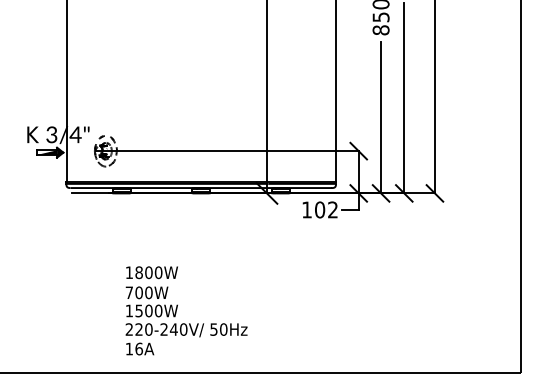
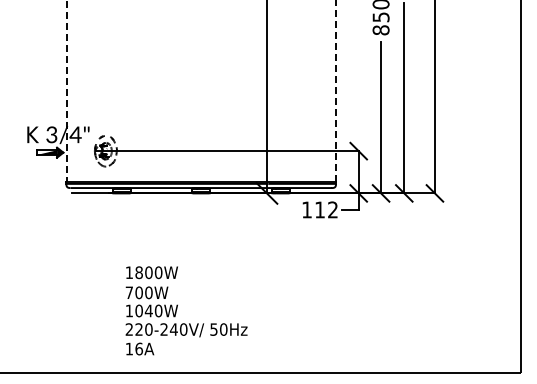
line at (66, 90): solid -> dashed
line at (335, 90): solid -> dashed
text at (320, 209): 102 -> 112
text at (143, 310): 1500W -> 1040W
